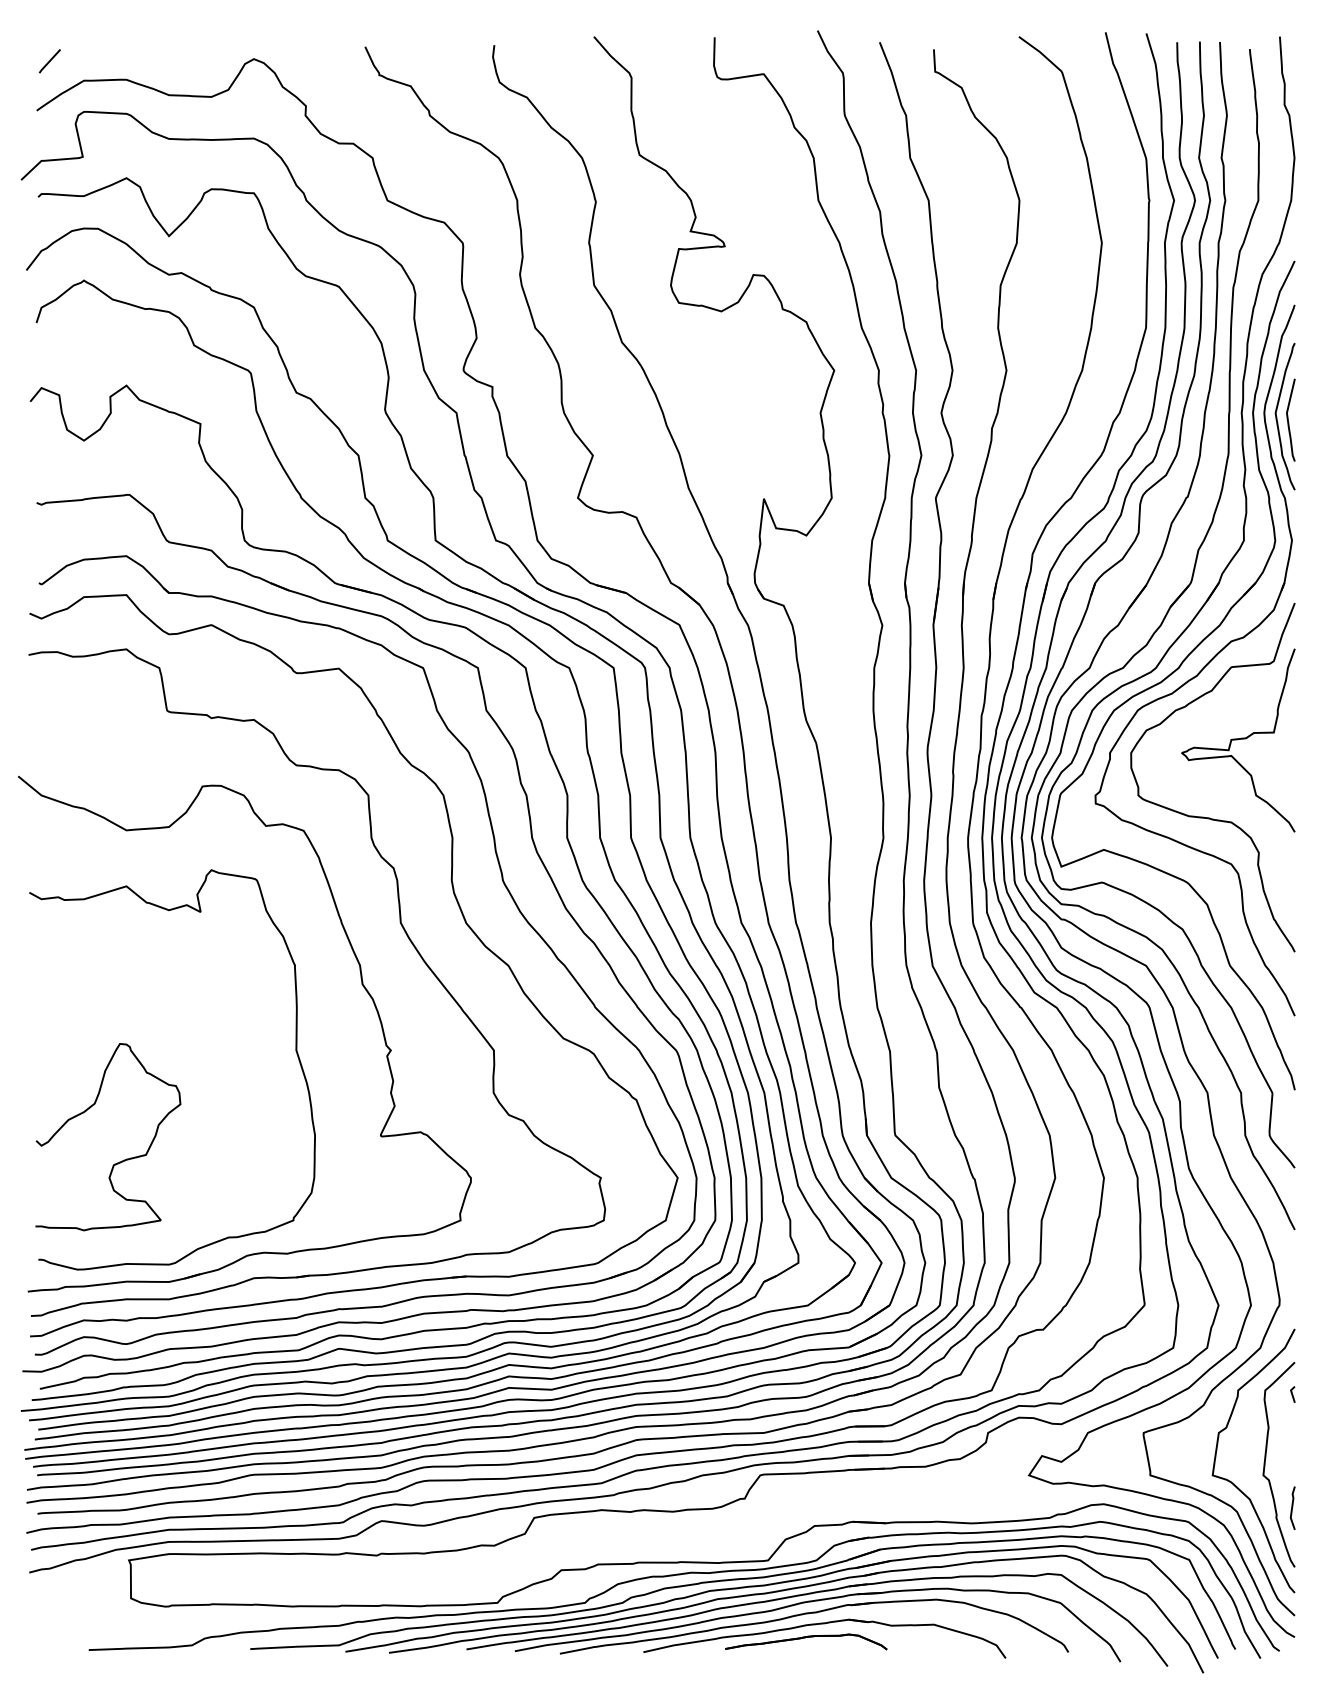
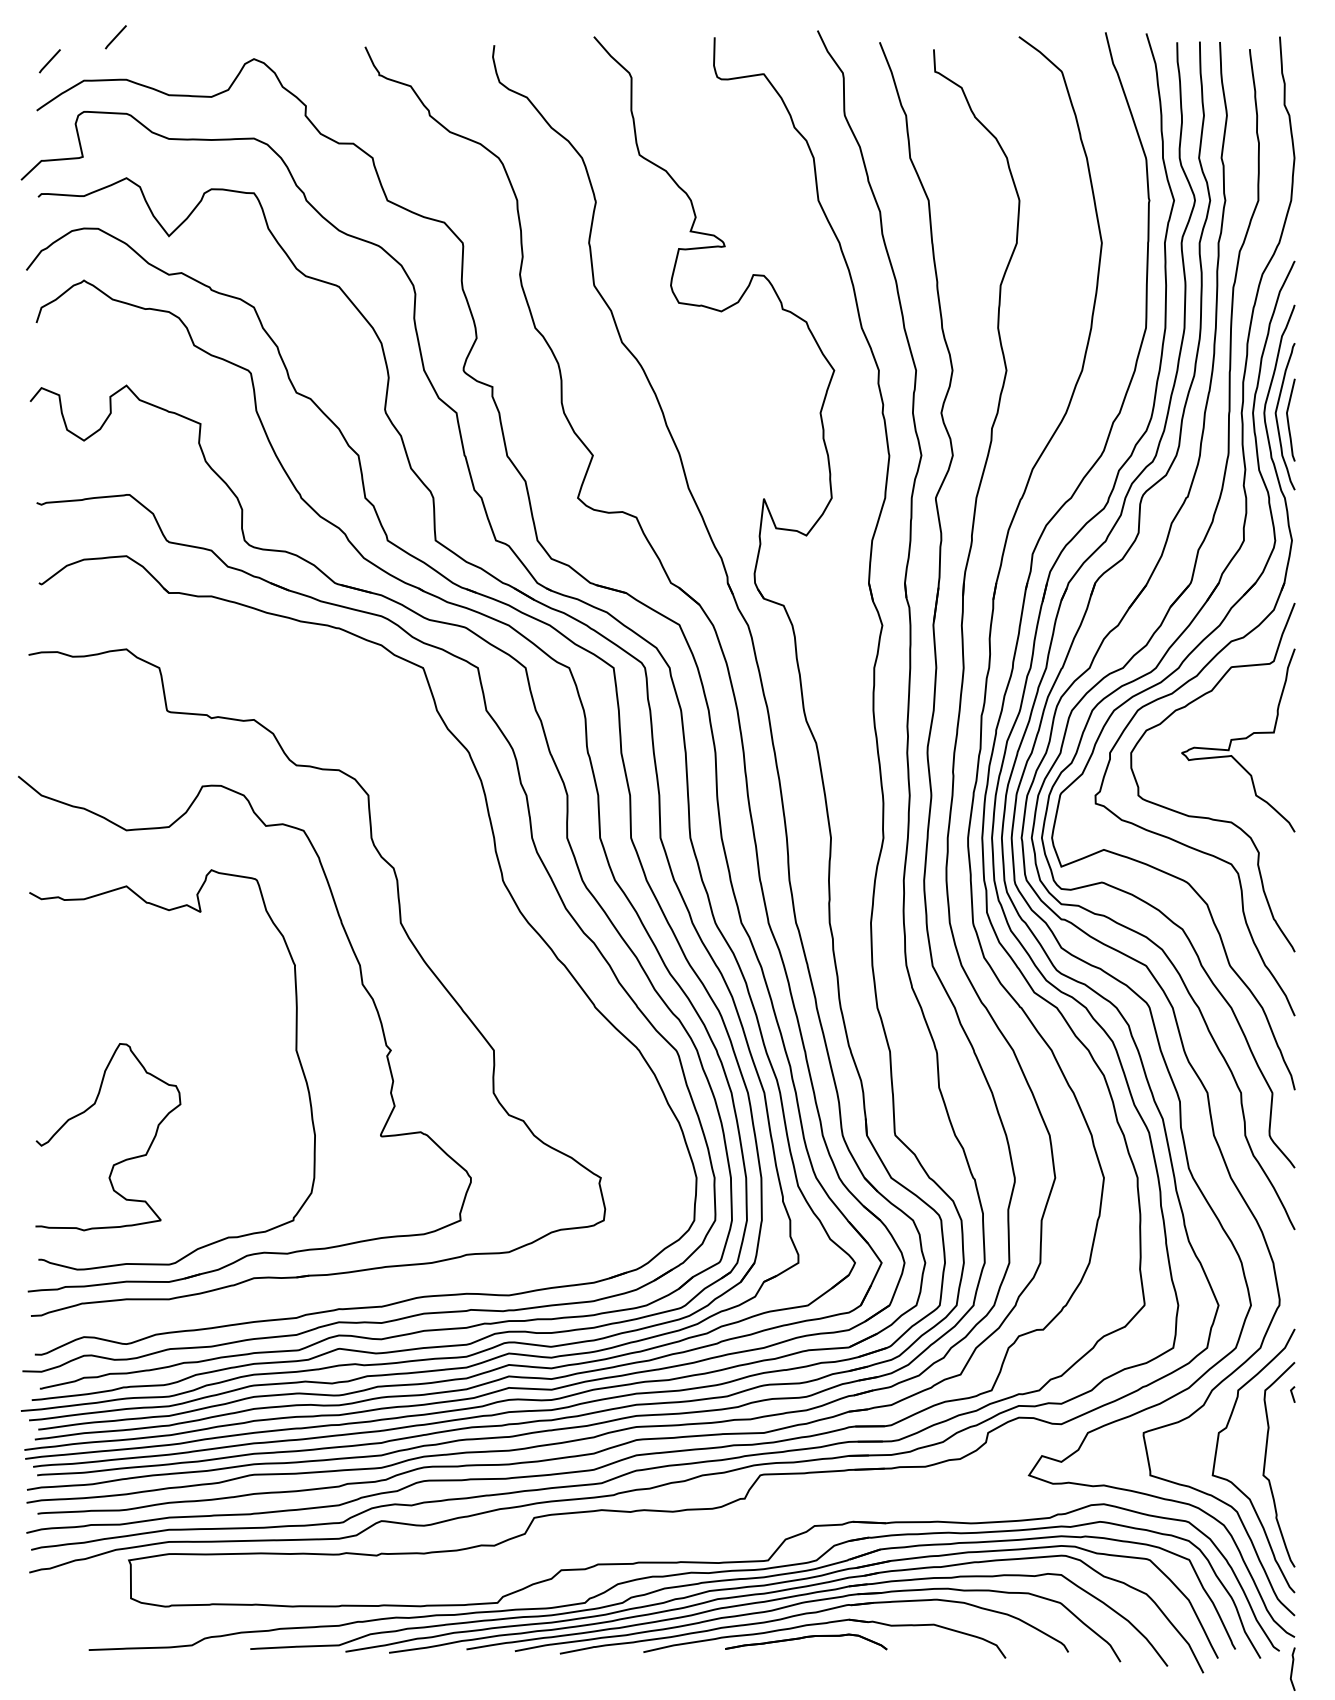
line at (115, 37): none -> present
part at (463, 919): present -> none
line at (1292, 1507) position: (1292, 1507) -> (1292, 1668)
